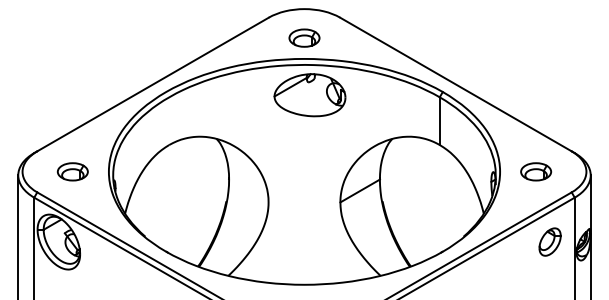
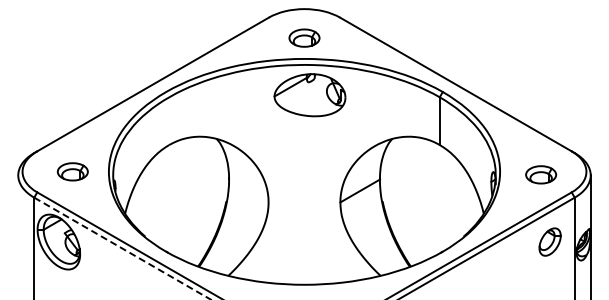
part at (536, 171) position: (536, 171) -> (541, 174)
line at (18, 235): present -> none
line at (123, 249): solid -> dashed
